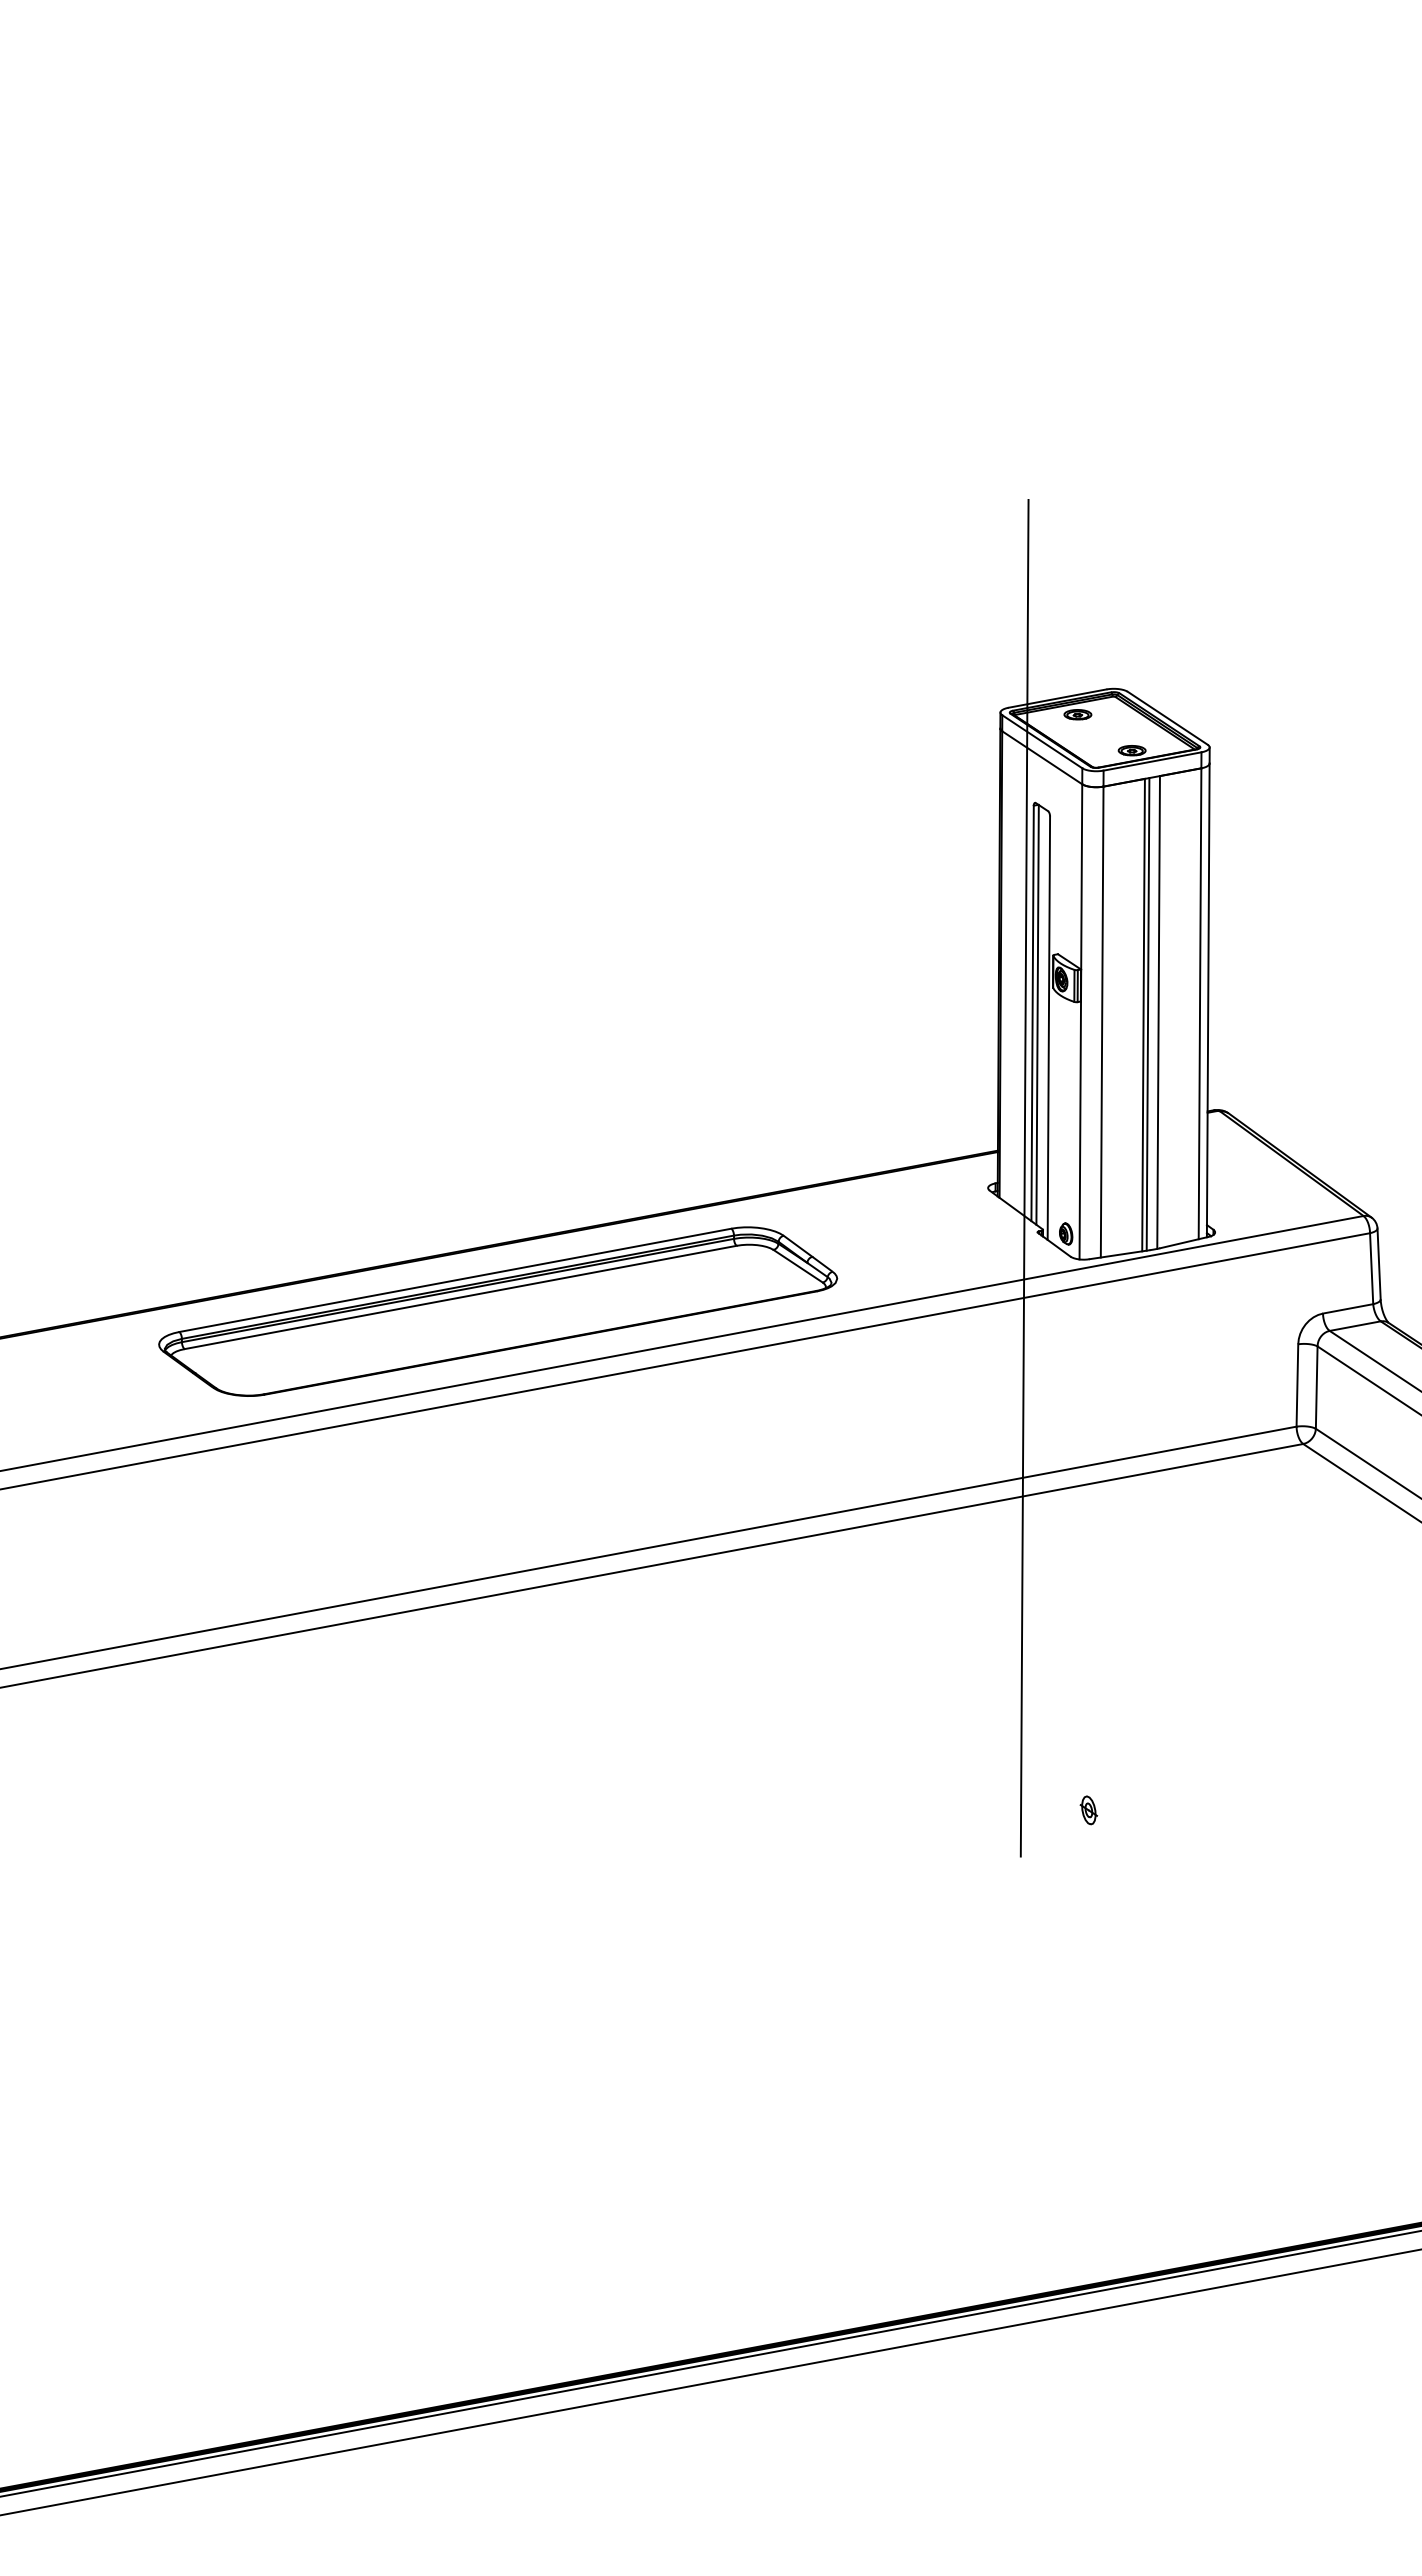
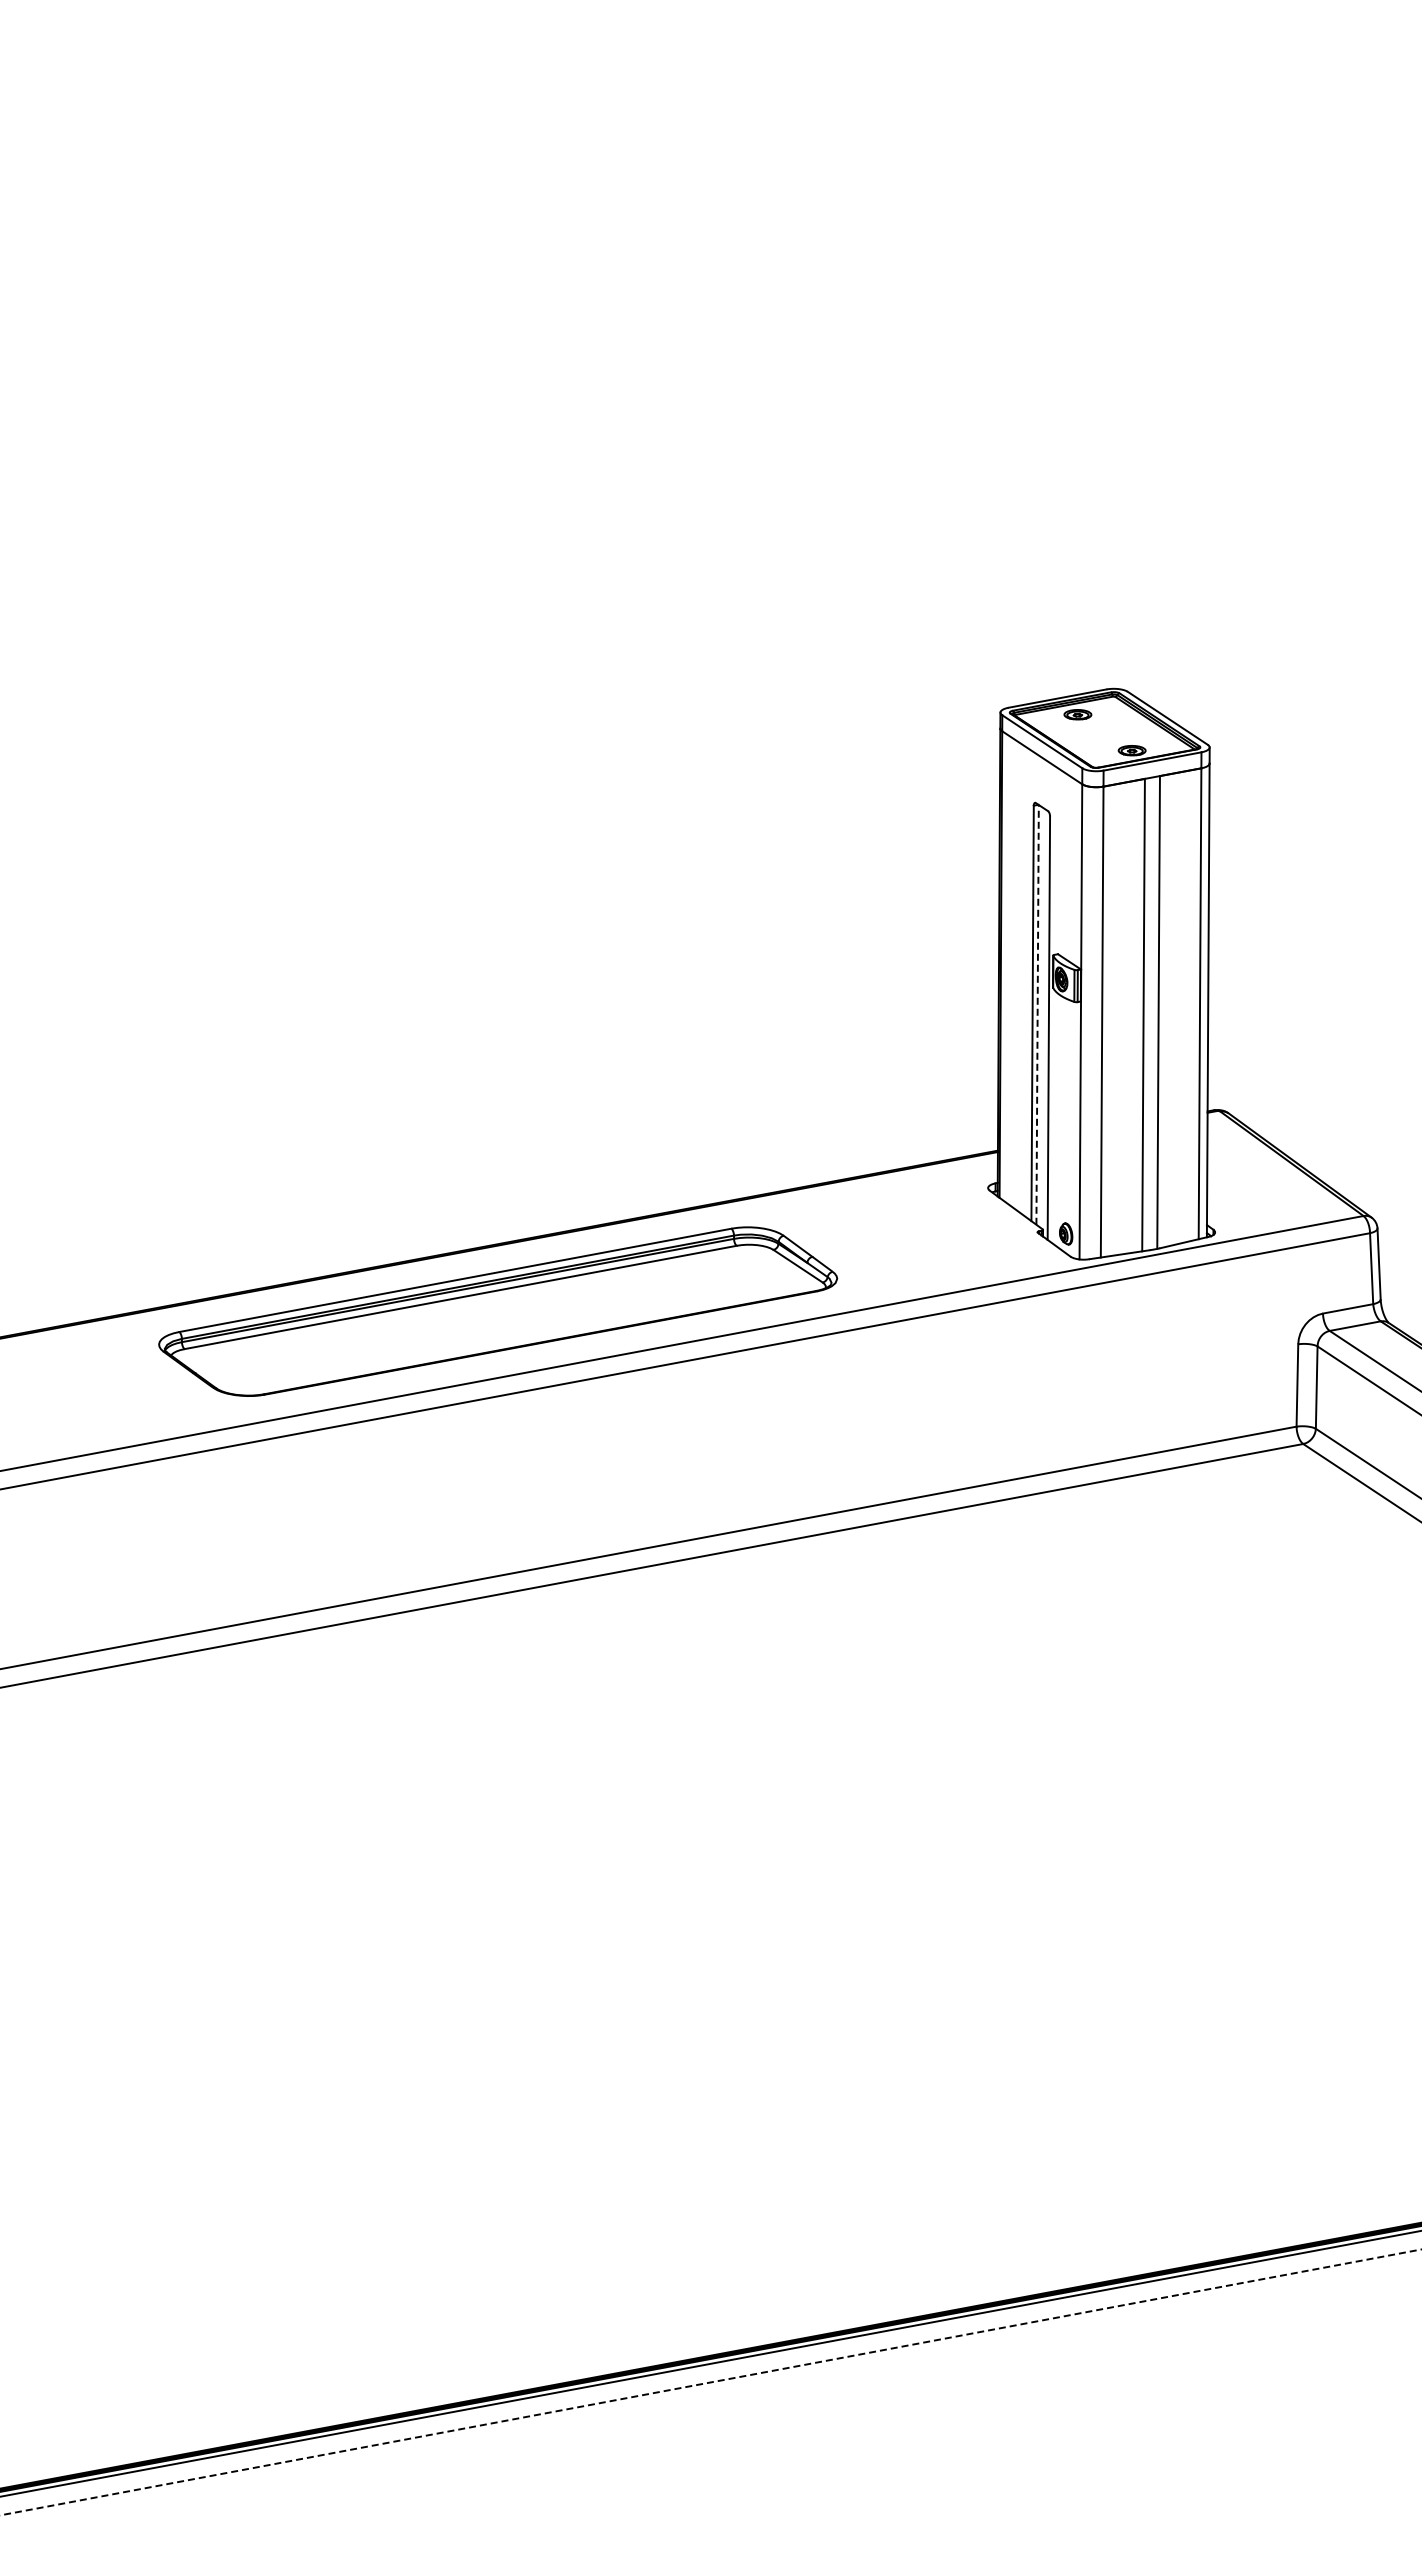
line at (1037, 1014): solid -> dashed
line at (1147, 1014): present -> none
line at (1024, 1177): present -> none
part at (1088, 1810): present -> none
line at (710, 2382): solid -> dashed
